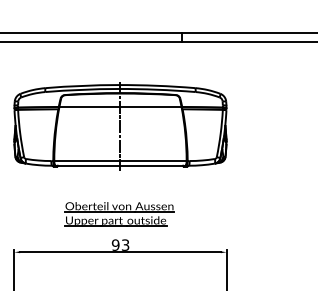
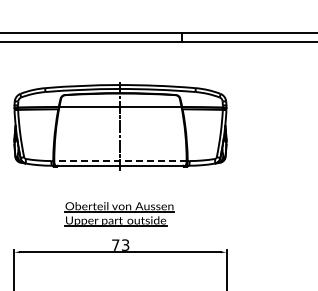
line at (119, 161): solid -> dashed
text at (115, 244): 93 -> 73
